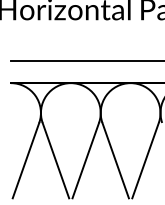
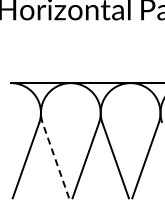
line at (86, 60): present -> none
line at (55, 160): solid -> dashed
